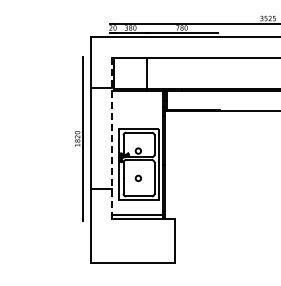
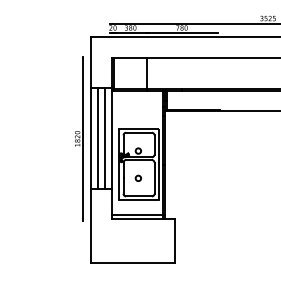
line at (97, 138): none -> present
line at (105, 138): none -> present
line at (112, 138): dashed -> solid
